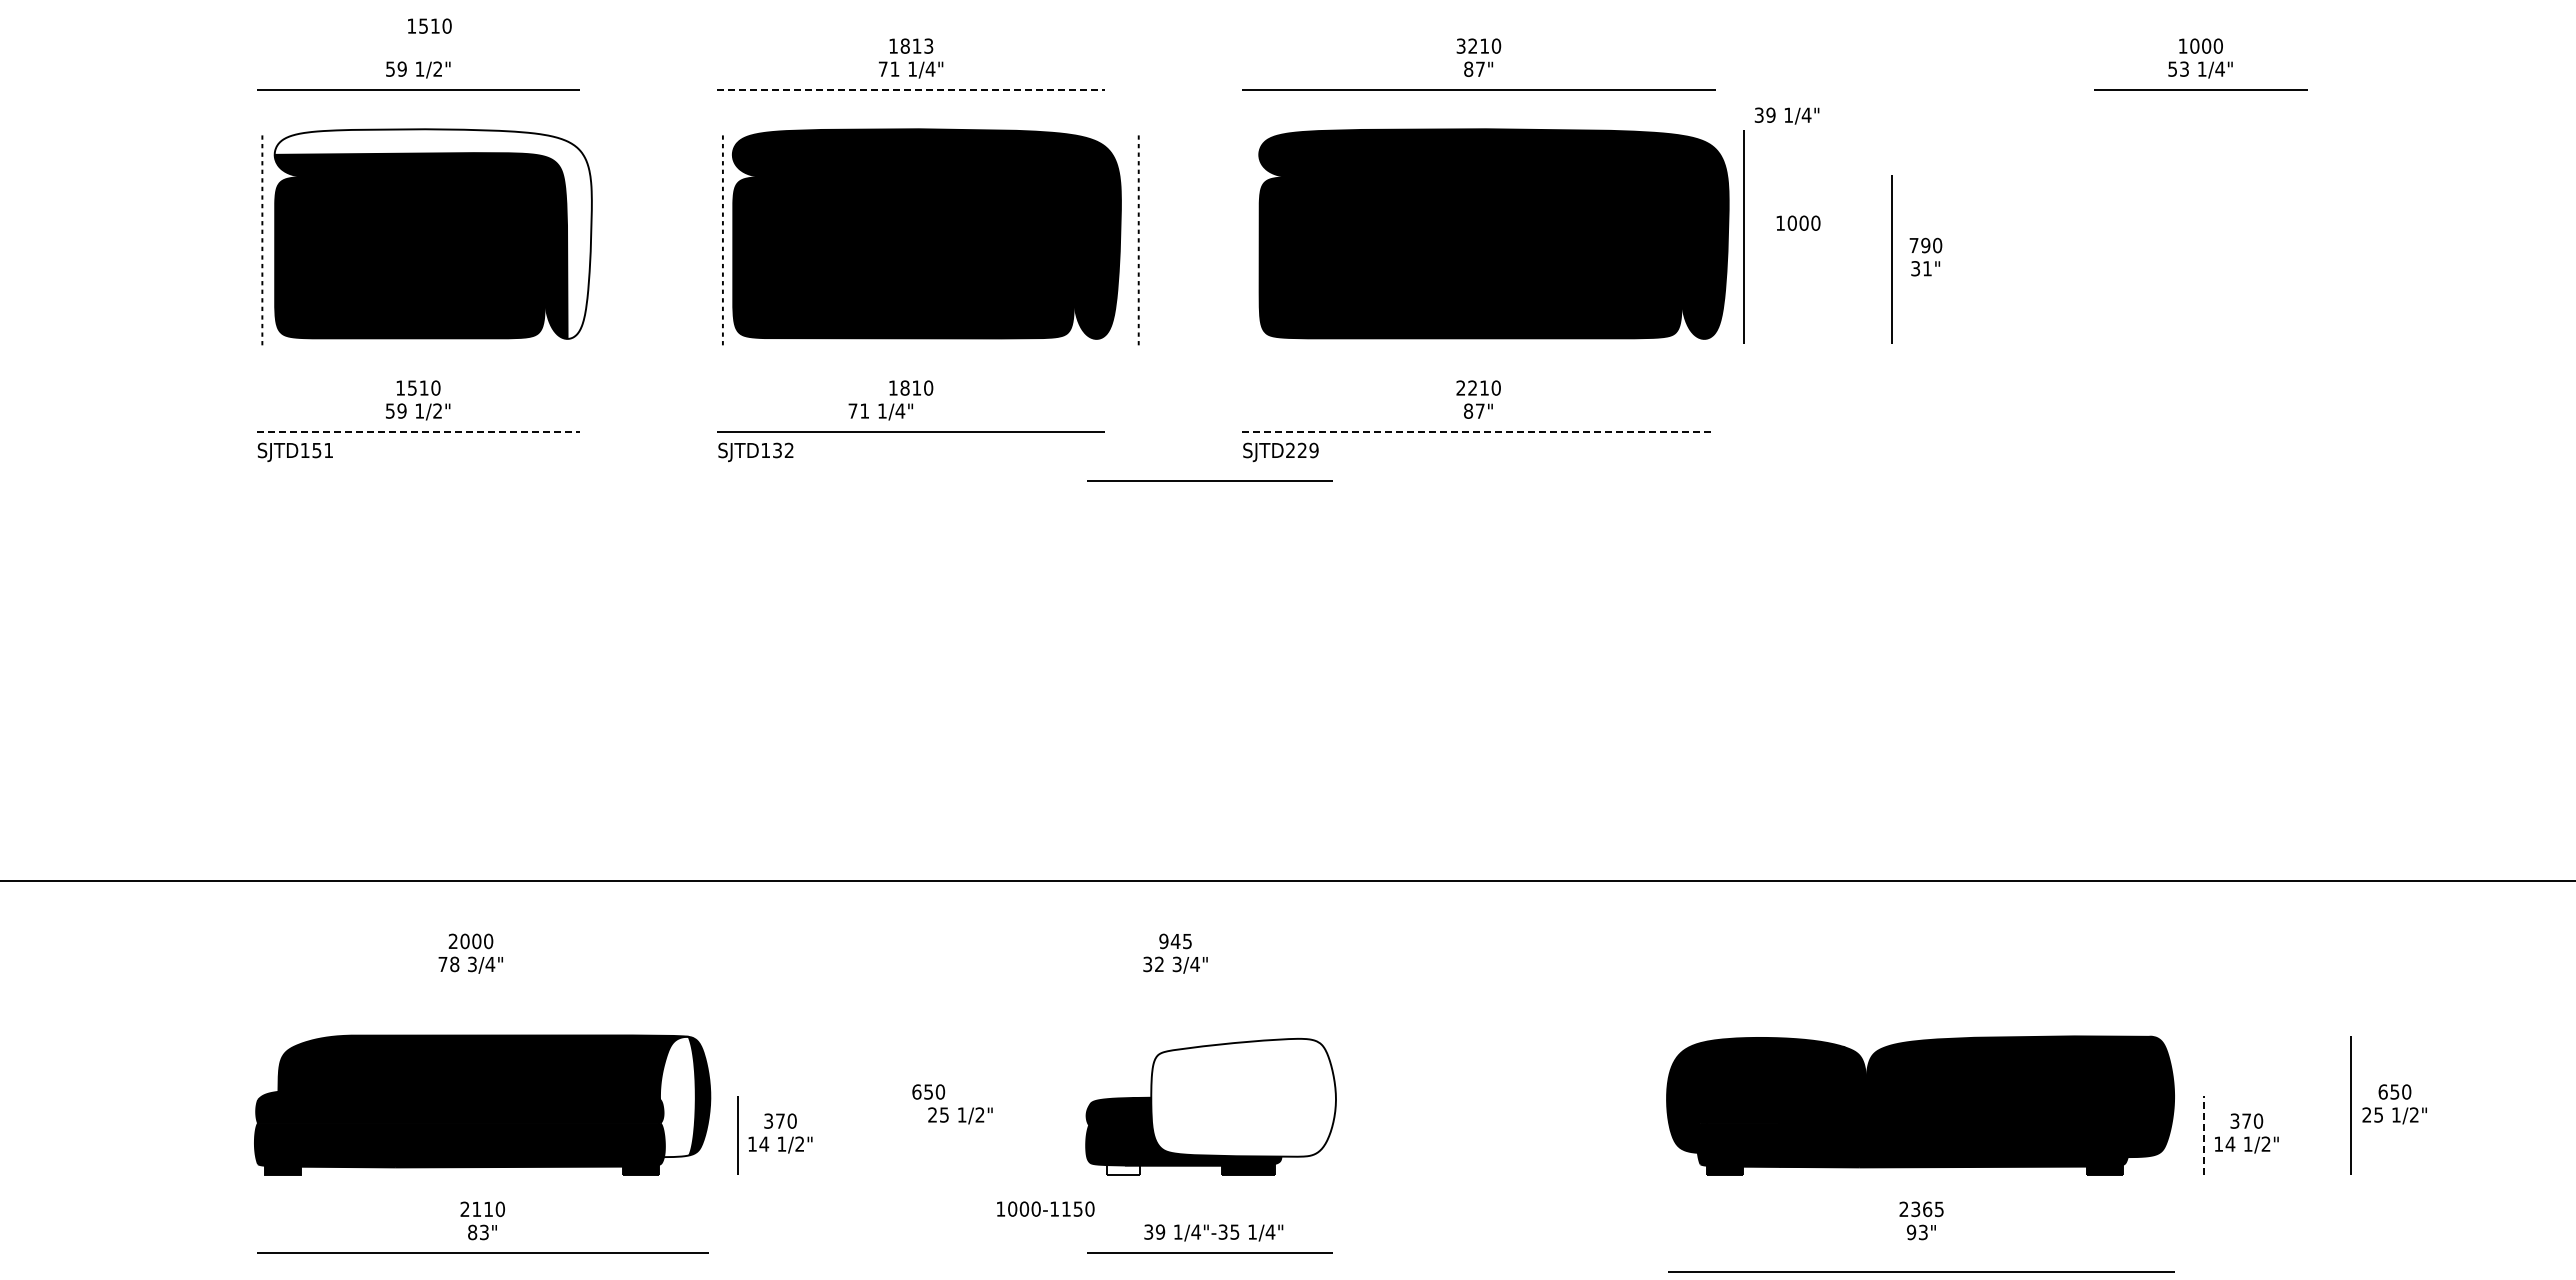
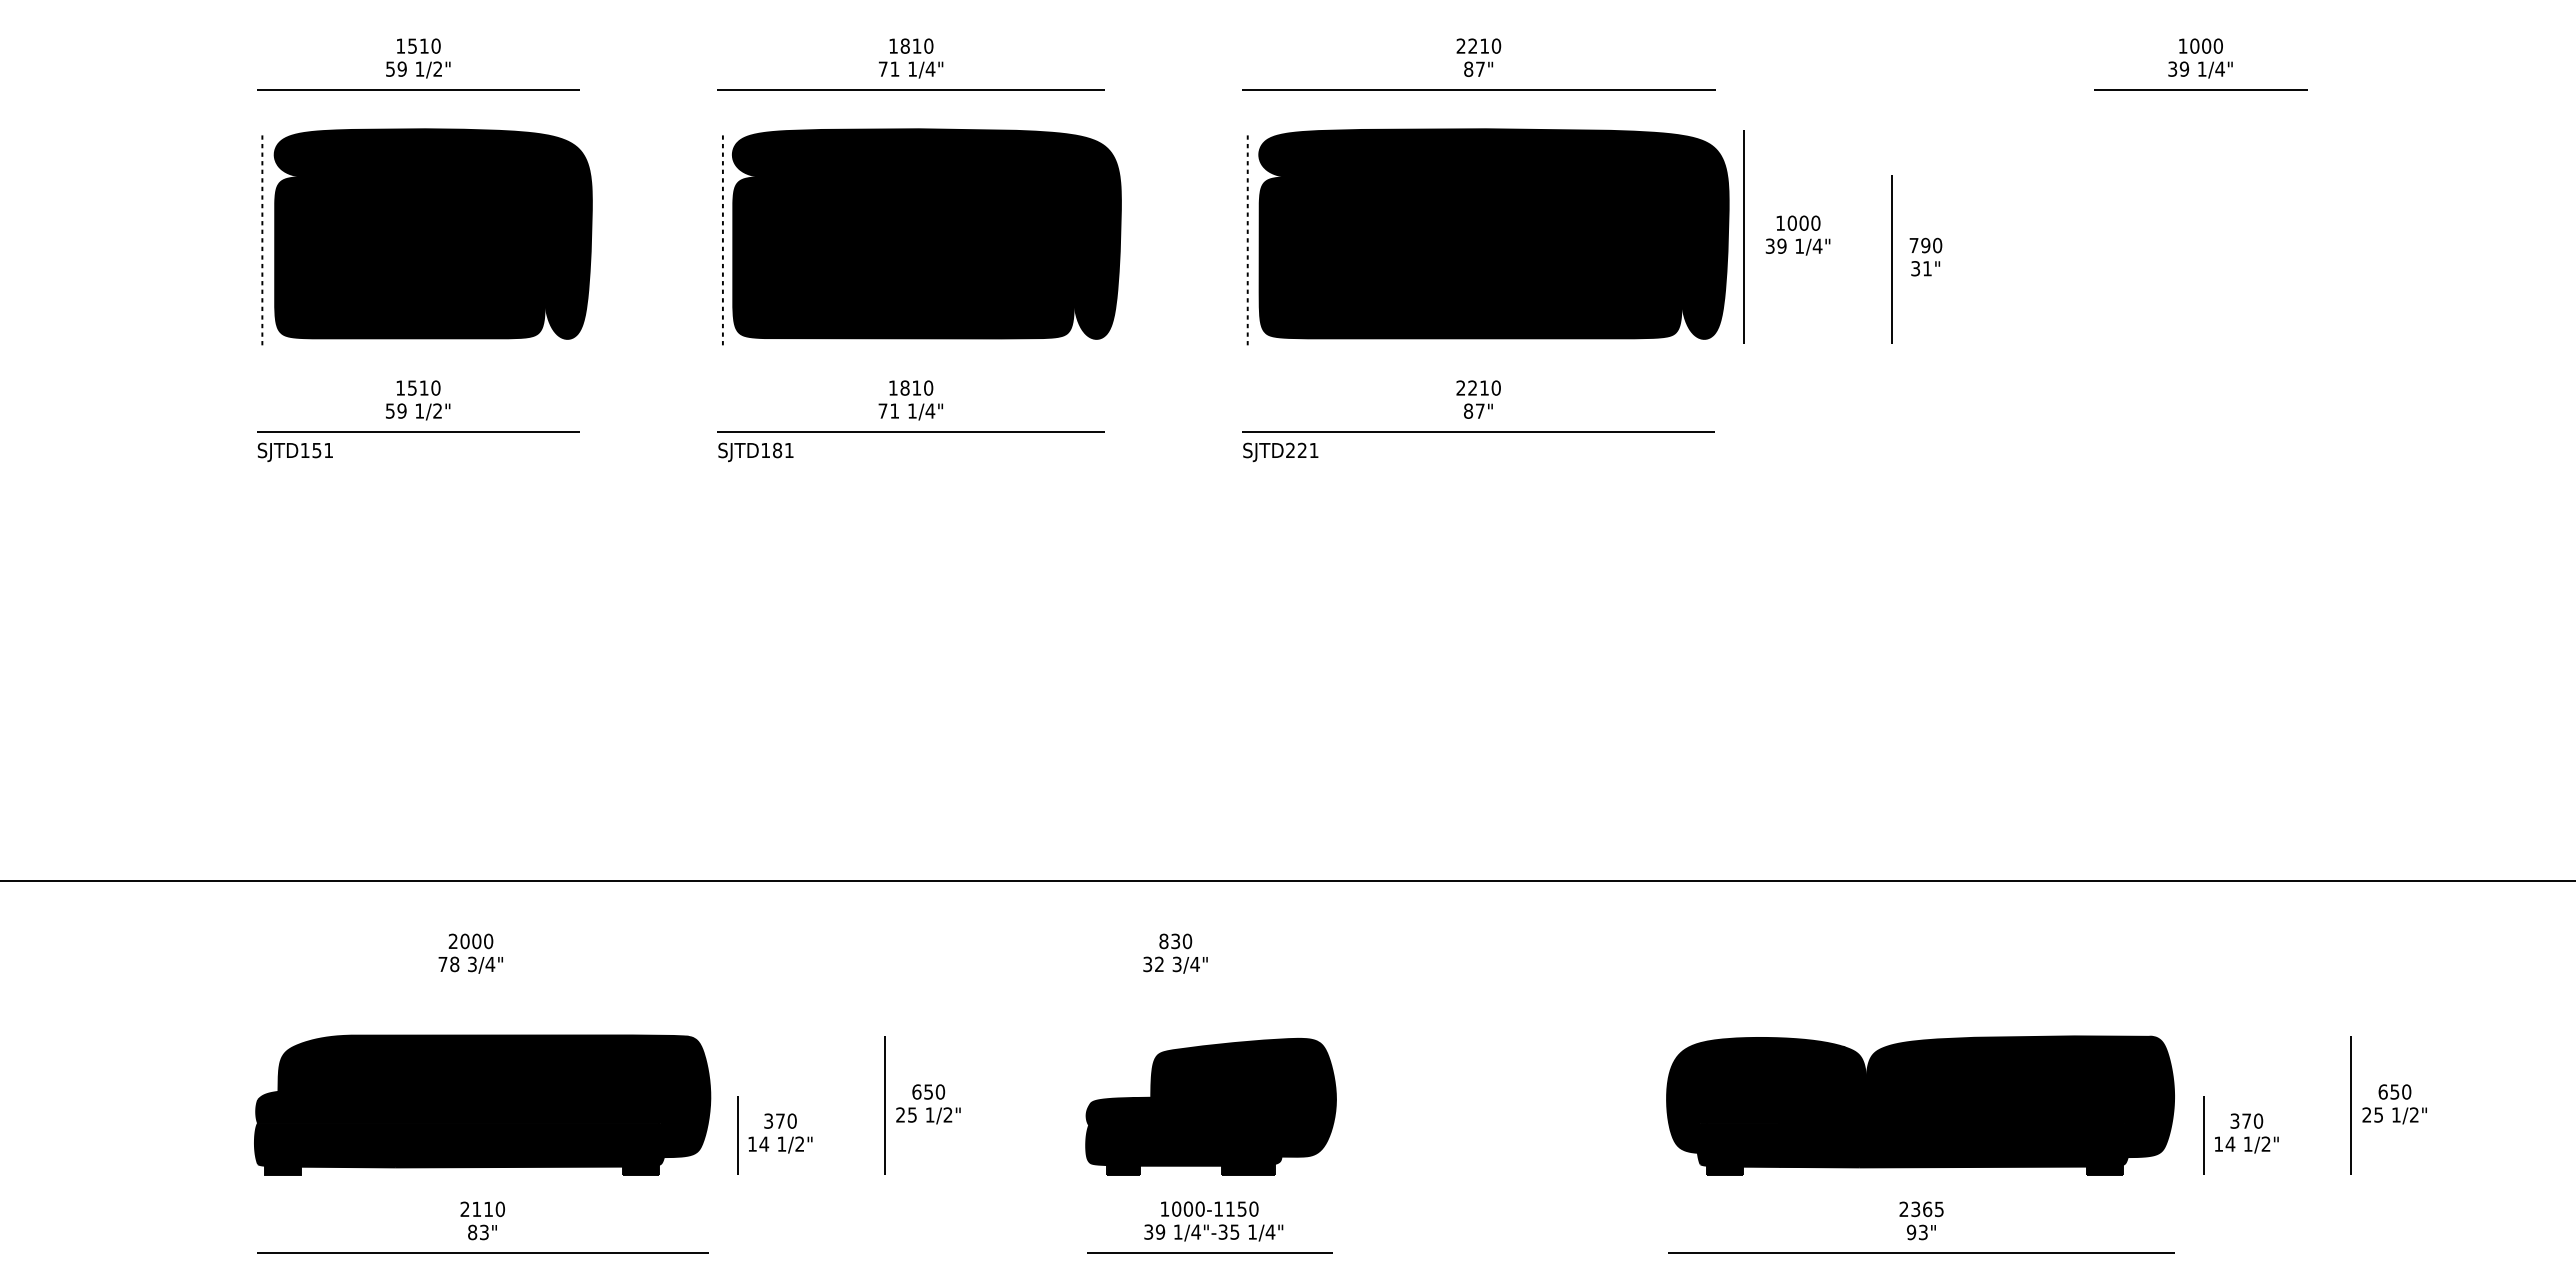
text at (429, 25) position: (429, 25) -> (418, 45)
text at (928, 45): 1813 -> 1810
text at (1460, 45): 3210 -> 2210
text at (2178, 68): 53 -> 39
line at (911, 90): dashed -> solid
text at (1786, 115) position: (1786, 115) -> (1797, 246)
fill at (432, 233): none -> present
line at (1138, 240) position: (1138, 240) -> (1247, 240)
text at (880, 411) position: (880, 411) -> (910, 411)
line at (418, 431): dashed -> solid
line at (1478, 431): dashed -> solid
text at (783, 450): SJTD132 -> SJTD181
text at (1313, 450): SJTD229 -> SJTD221
line at (1209, 480): present -> none
text at (1175, 941): 945 -> 830
fill at (677, 1096): none -> present
fill at (1243, 1097): none -> present
line at (884, 1105): none -> present
text at (960, 1115) position: (960, 1115) -> (928, 1115)
line at (2203, 1135): dashed -> solid
fill at (1123, 1169): none -> present
text at (1045, 1208) position: (1045, 1208) -> (1209, 1208)
line at (1921, 1271) position: (1921, 1271) -> (1921, 1252)
